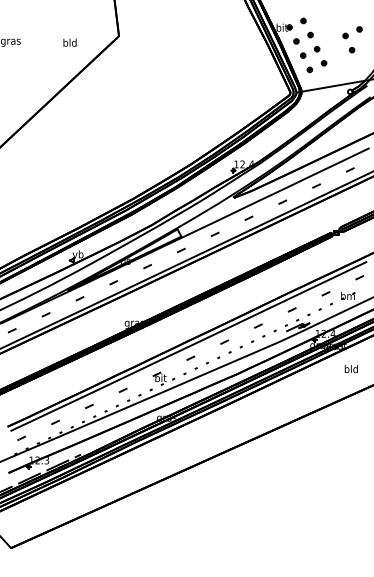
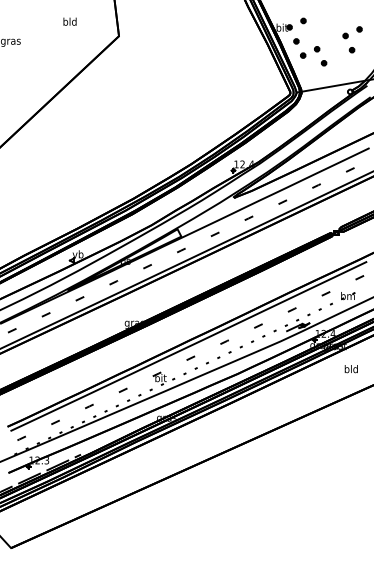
part at (310, 34): present -> none
text at (69, 42) position: (69, 42) -> (69, 21)
part at (309, 69): present -> none
